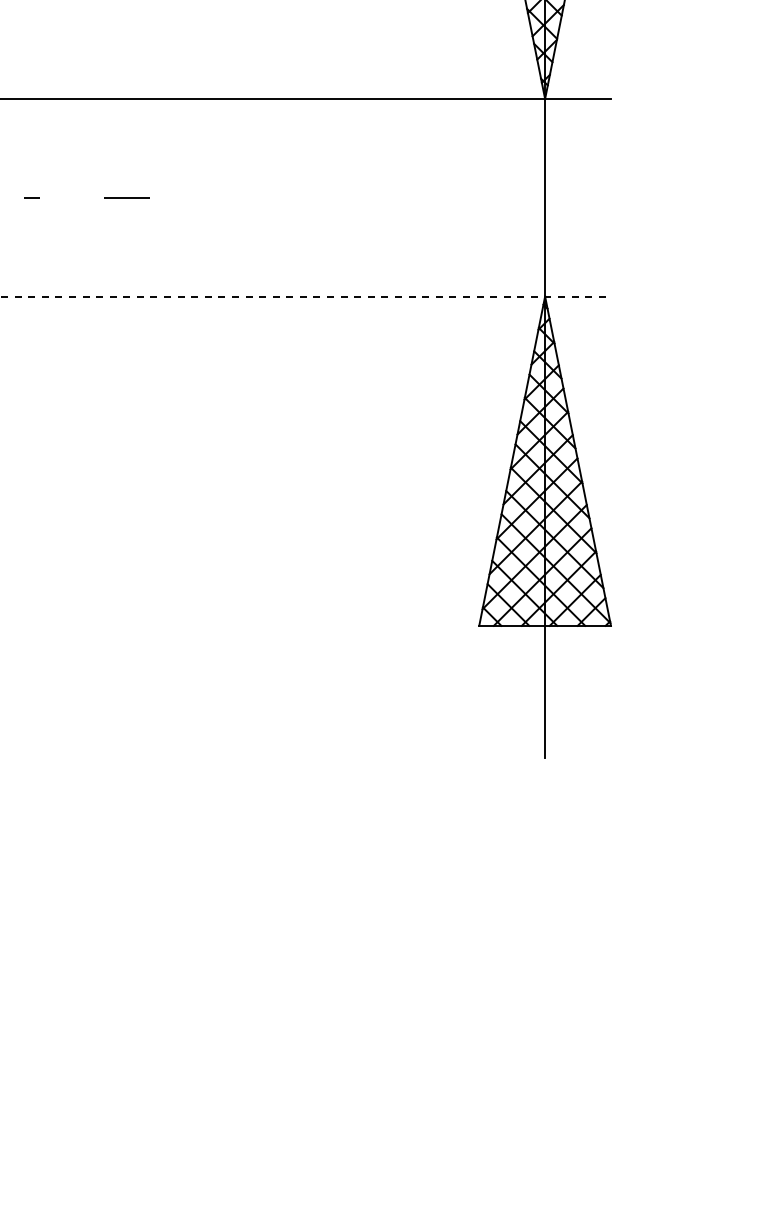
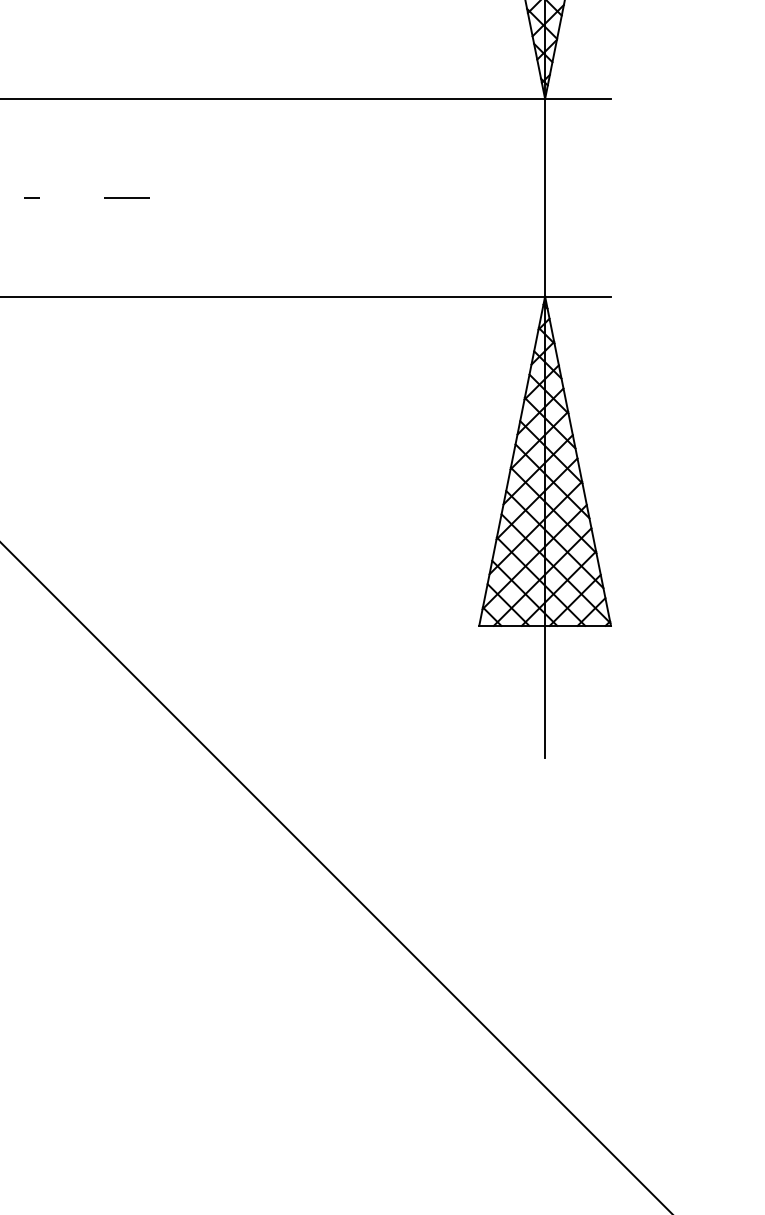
line at (306, 296): dashed -> solid
line at (336, 877): none -> present
